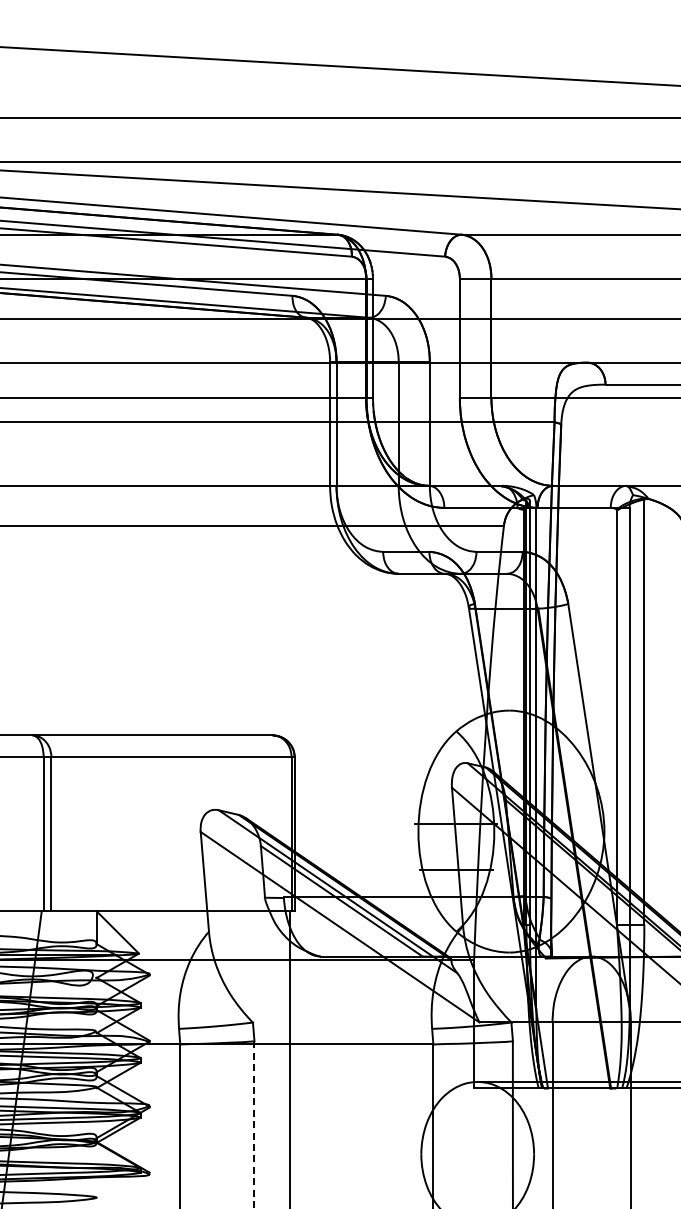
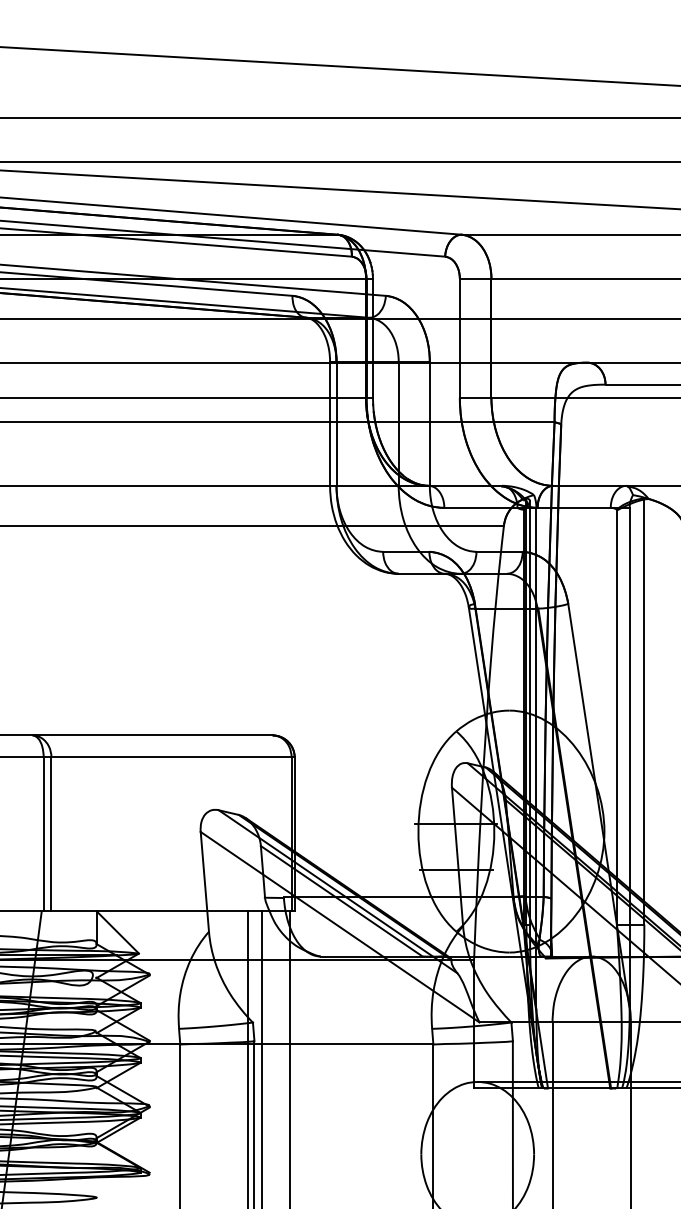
line at (247, 1058): none -> present
line at (261, 1058): none -> present
line at (254, 1125): dashed -> solid
